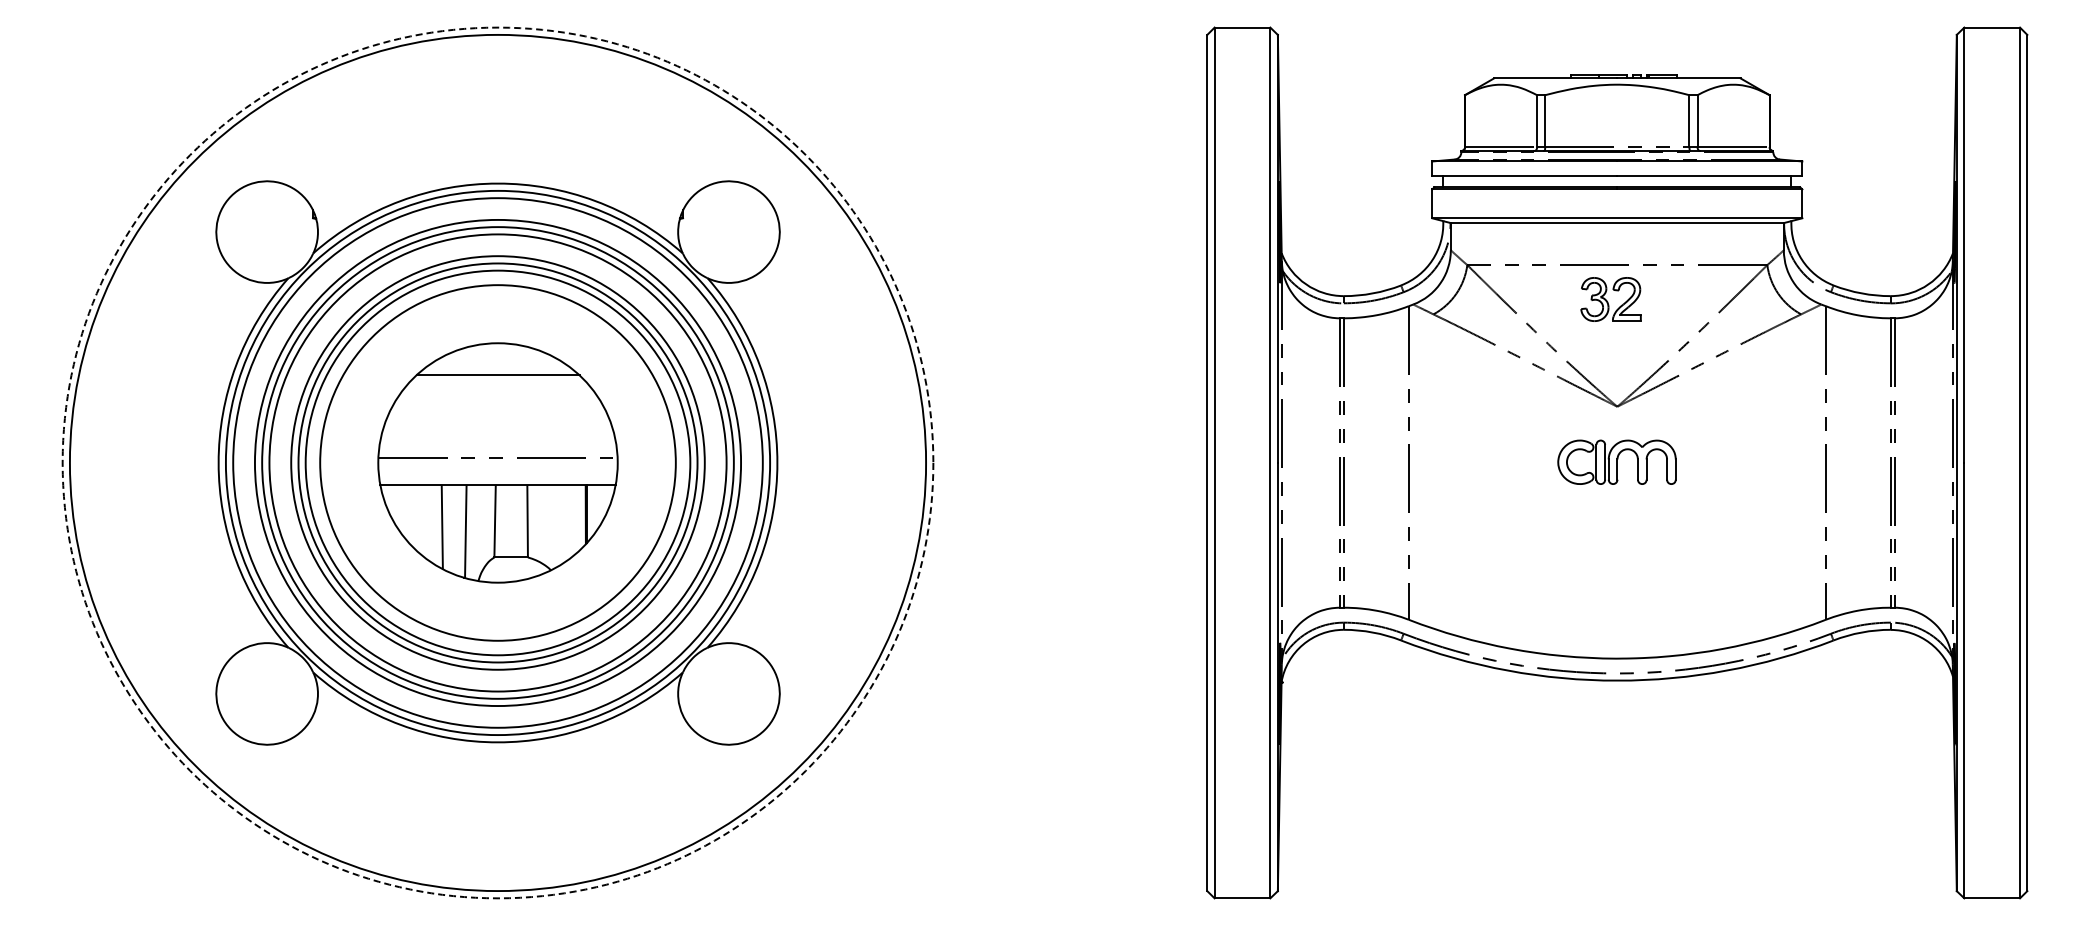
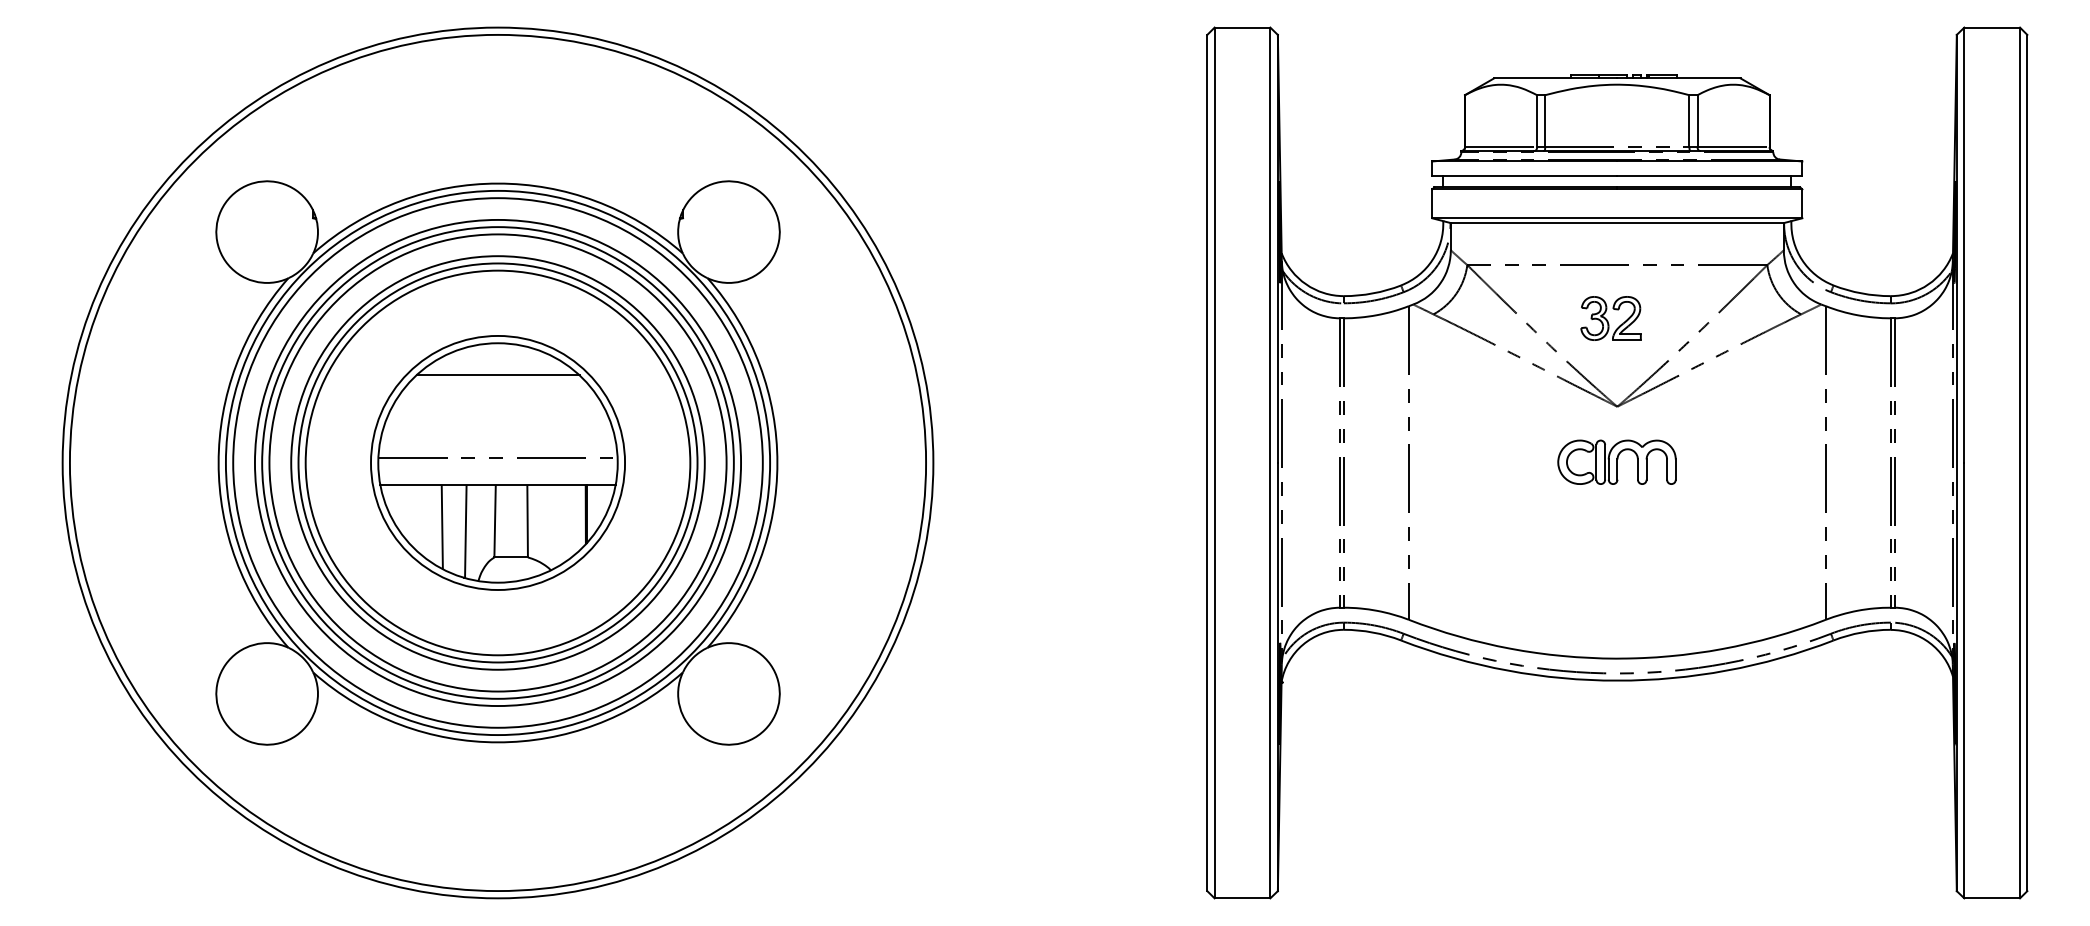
part at (1610, 299) position: (1610, 299) -> (1610, 318)
circle at (497, 462) diameter: 356 px -> 254 px
circle at (497, 462): dashed -> solid
